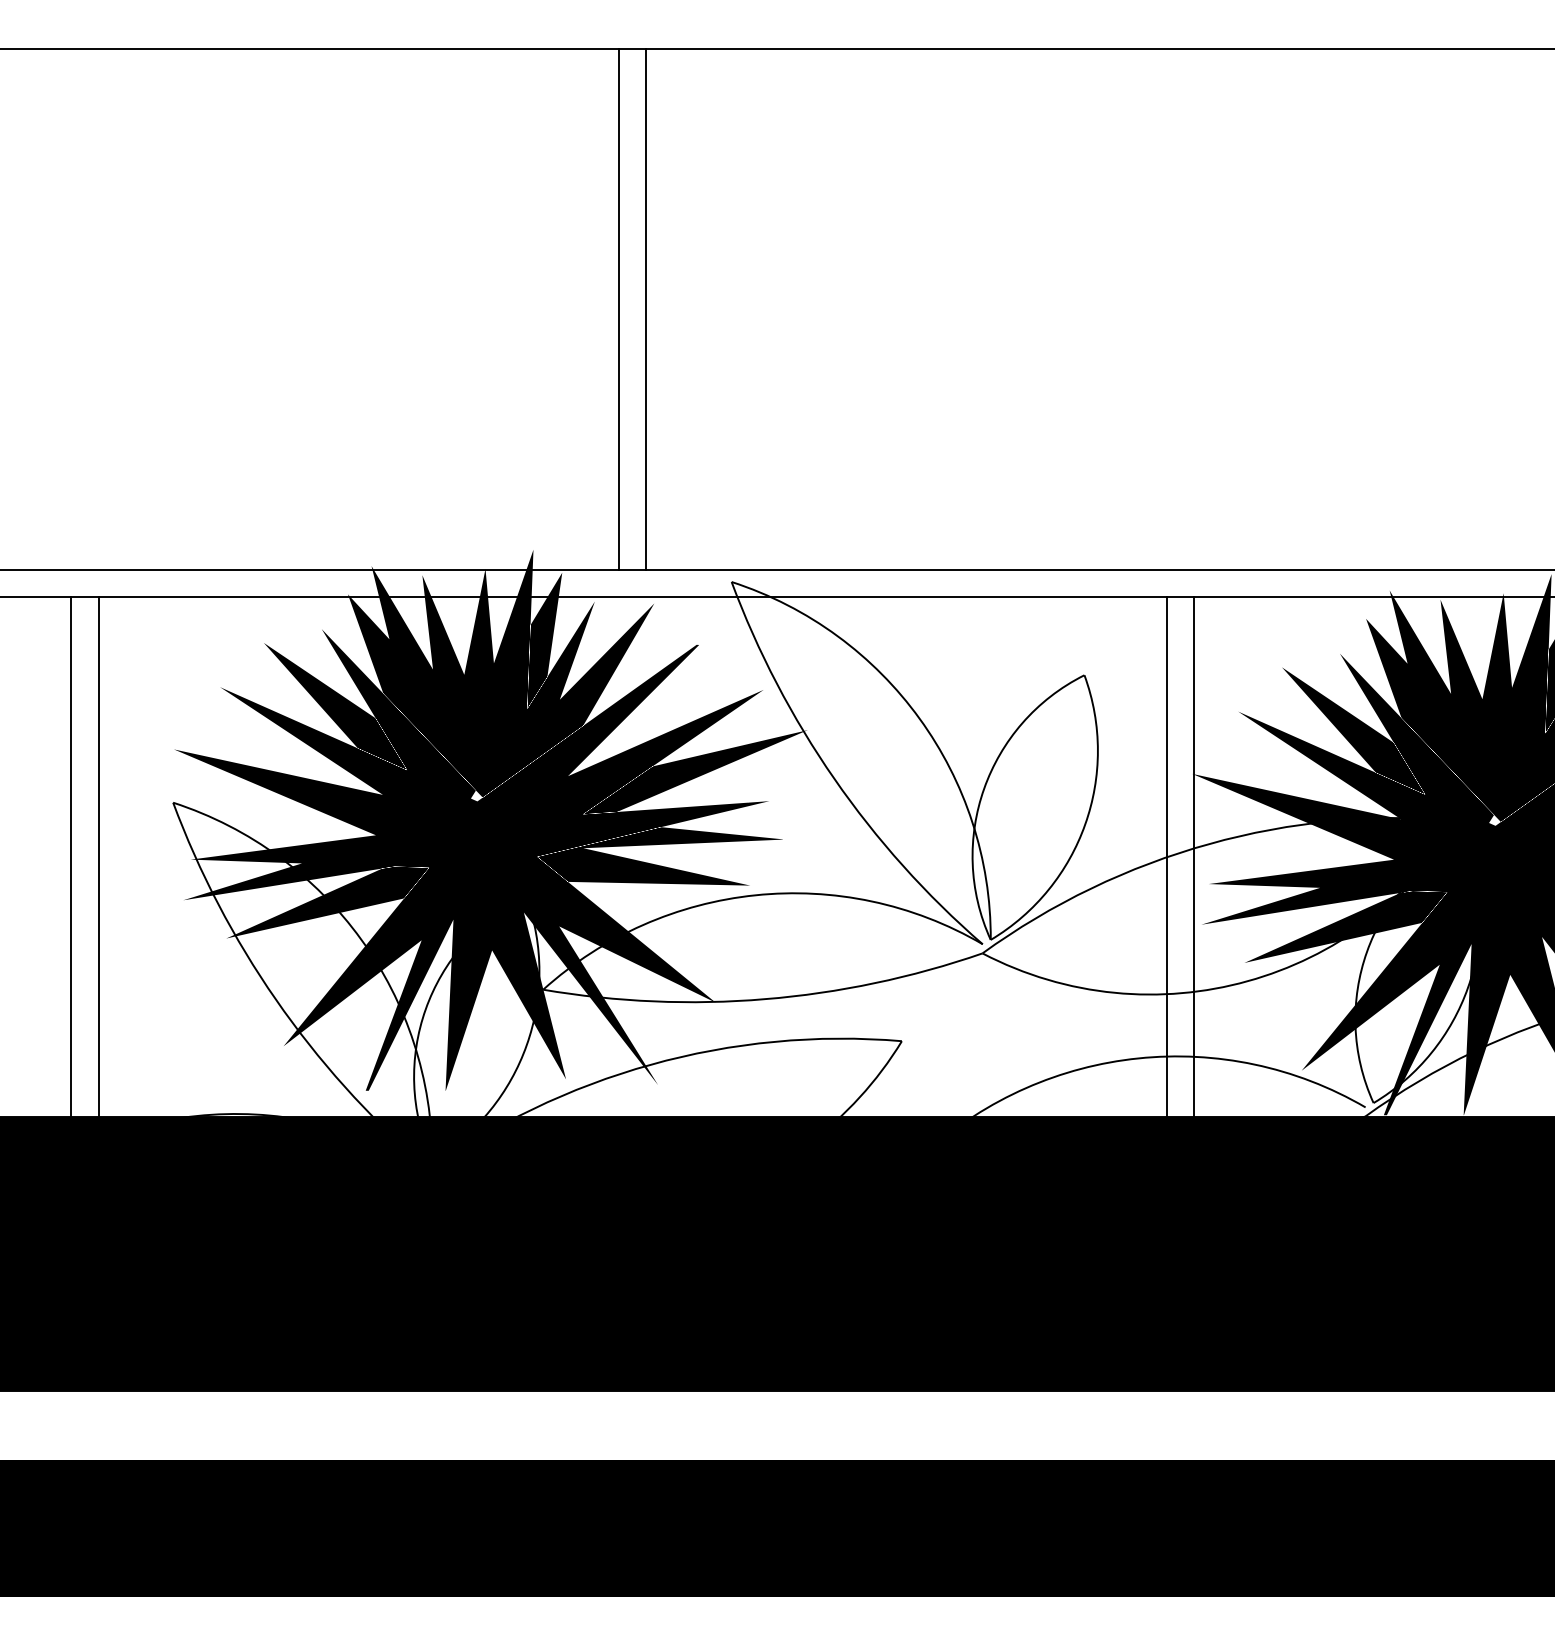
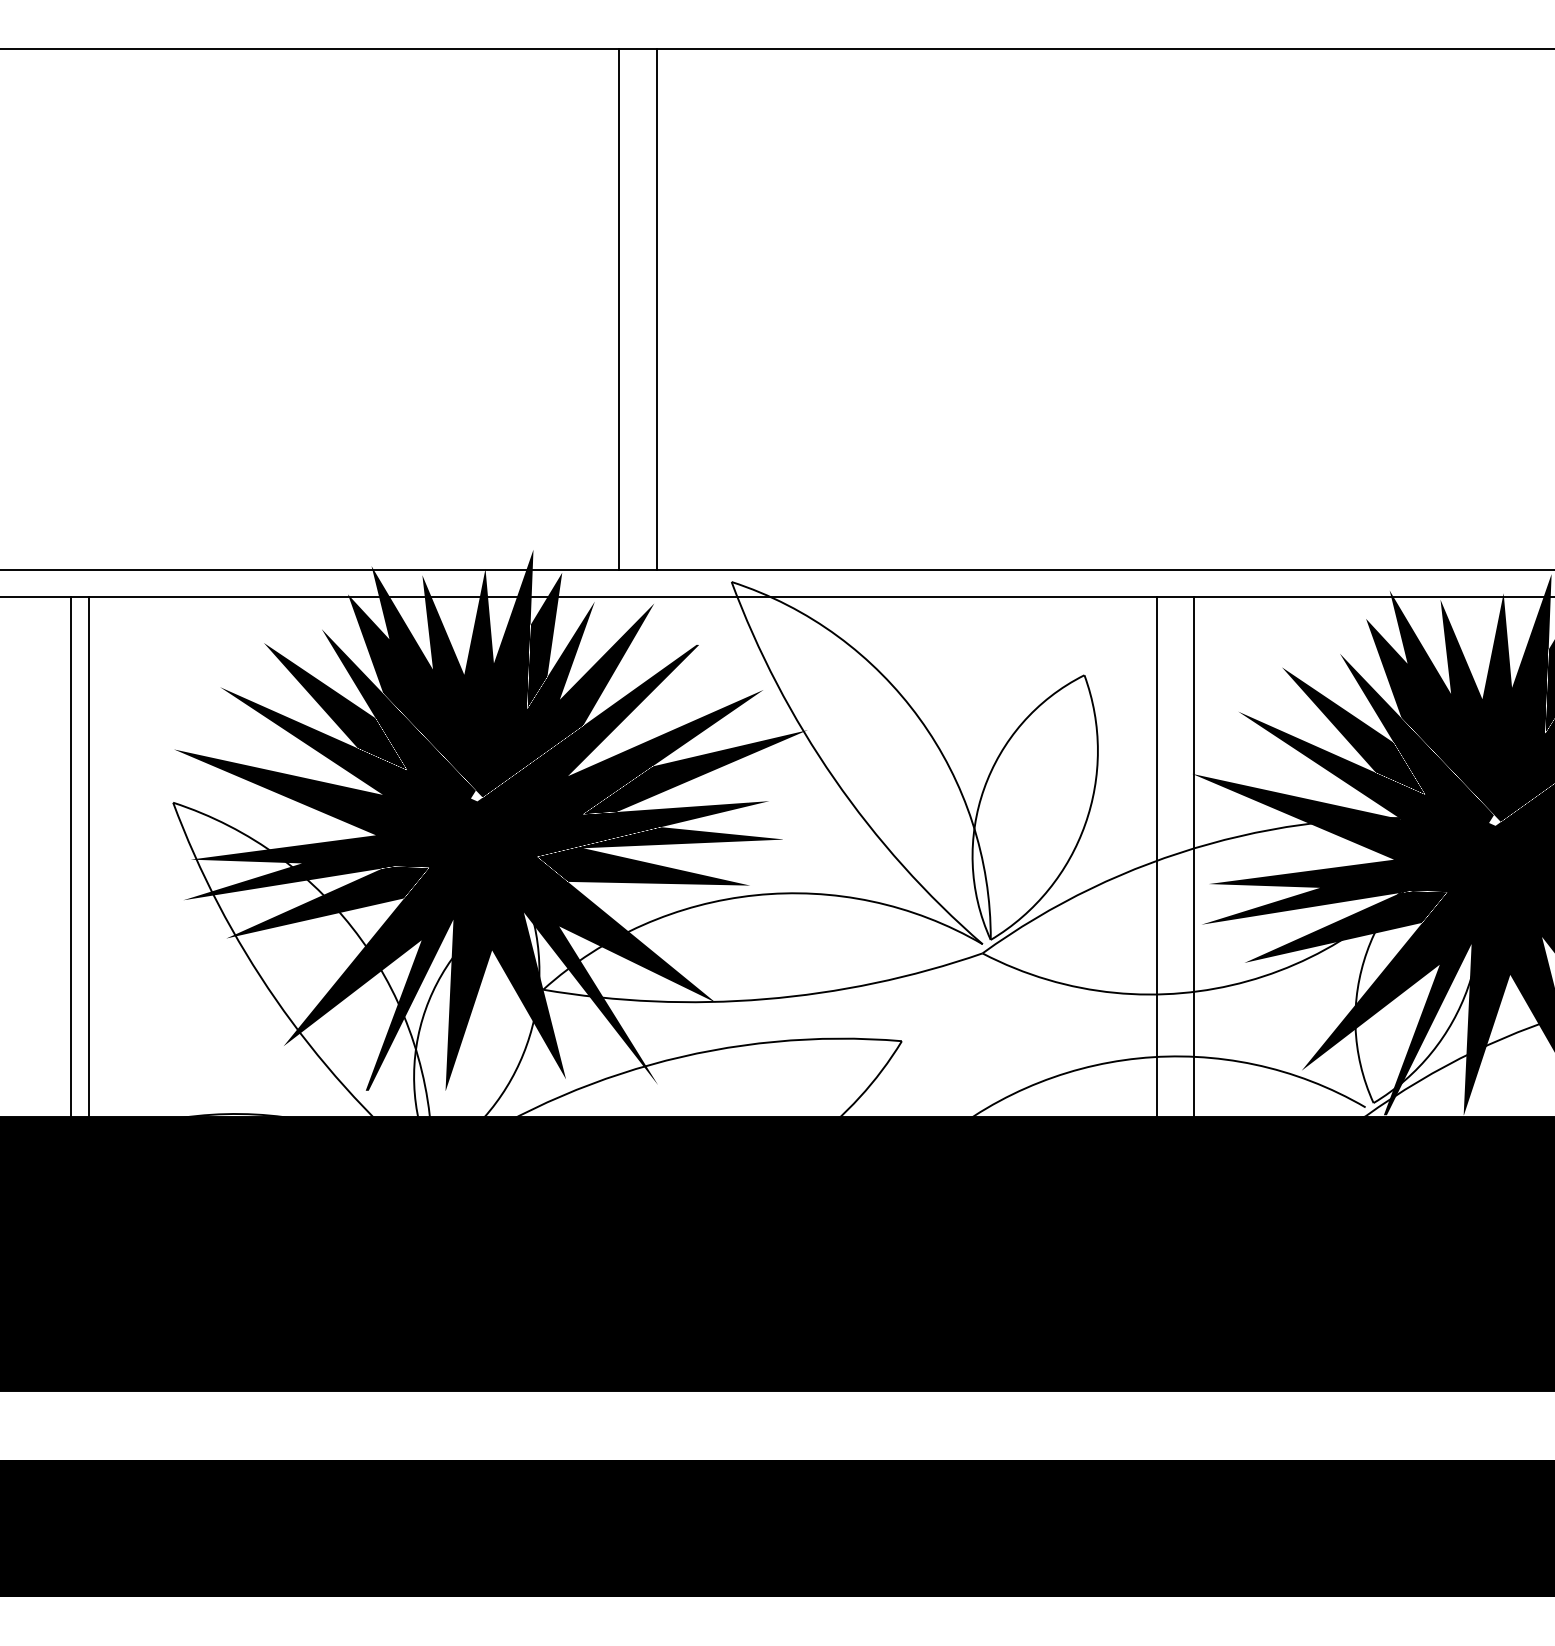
line at (646, 309) position: (646, 309) -> (657, 309)
line at (98, 857) position: (98, 857) -> (88, 857)
line at (1166, 857) position: (1166, 857) -> (1156, 857)
